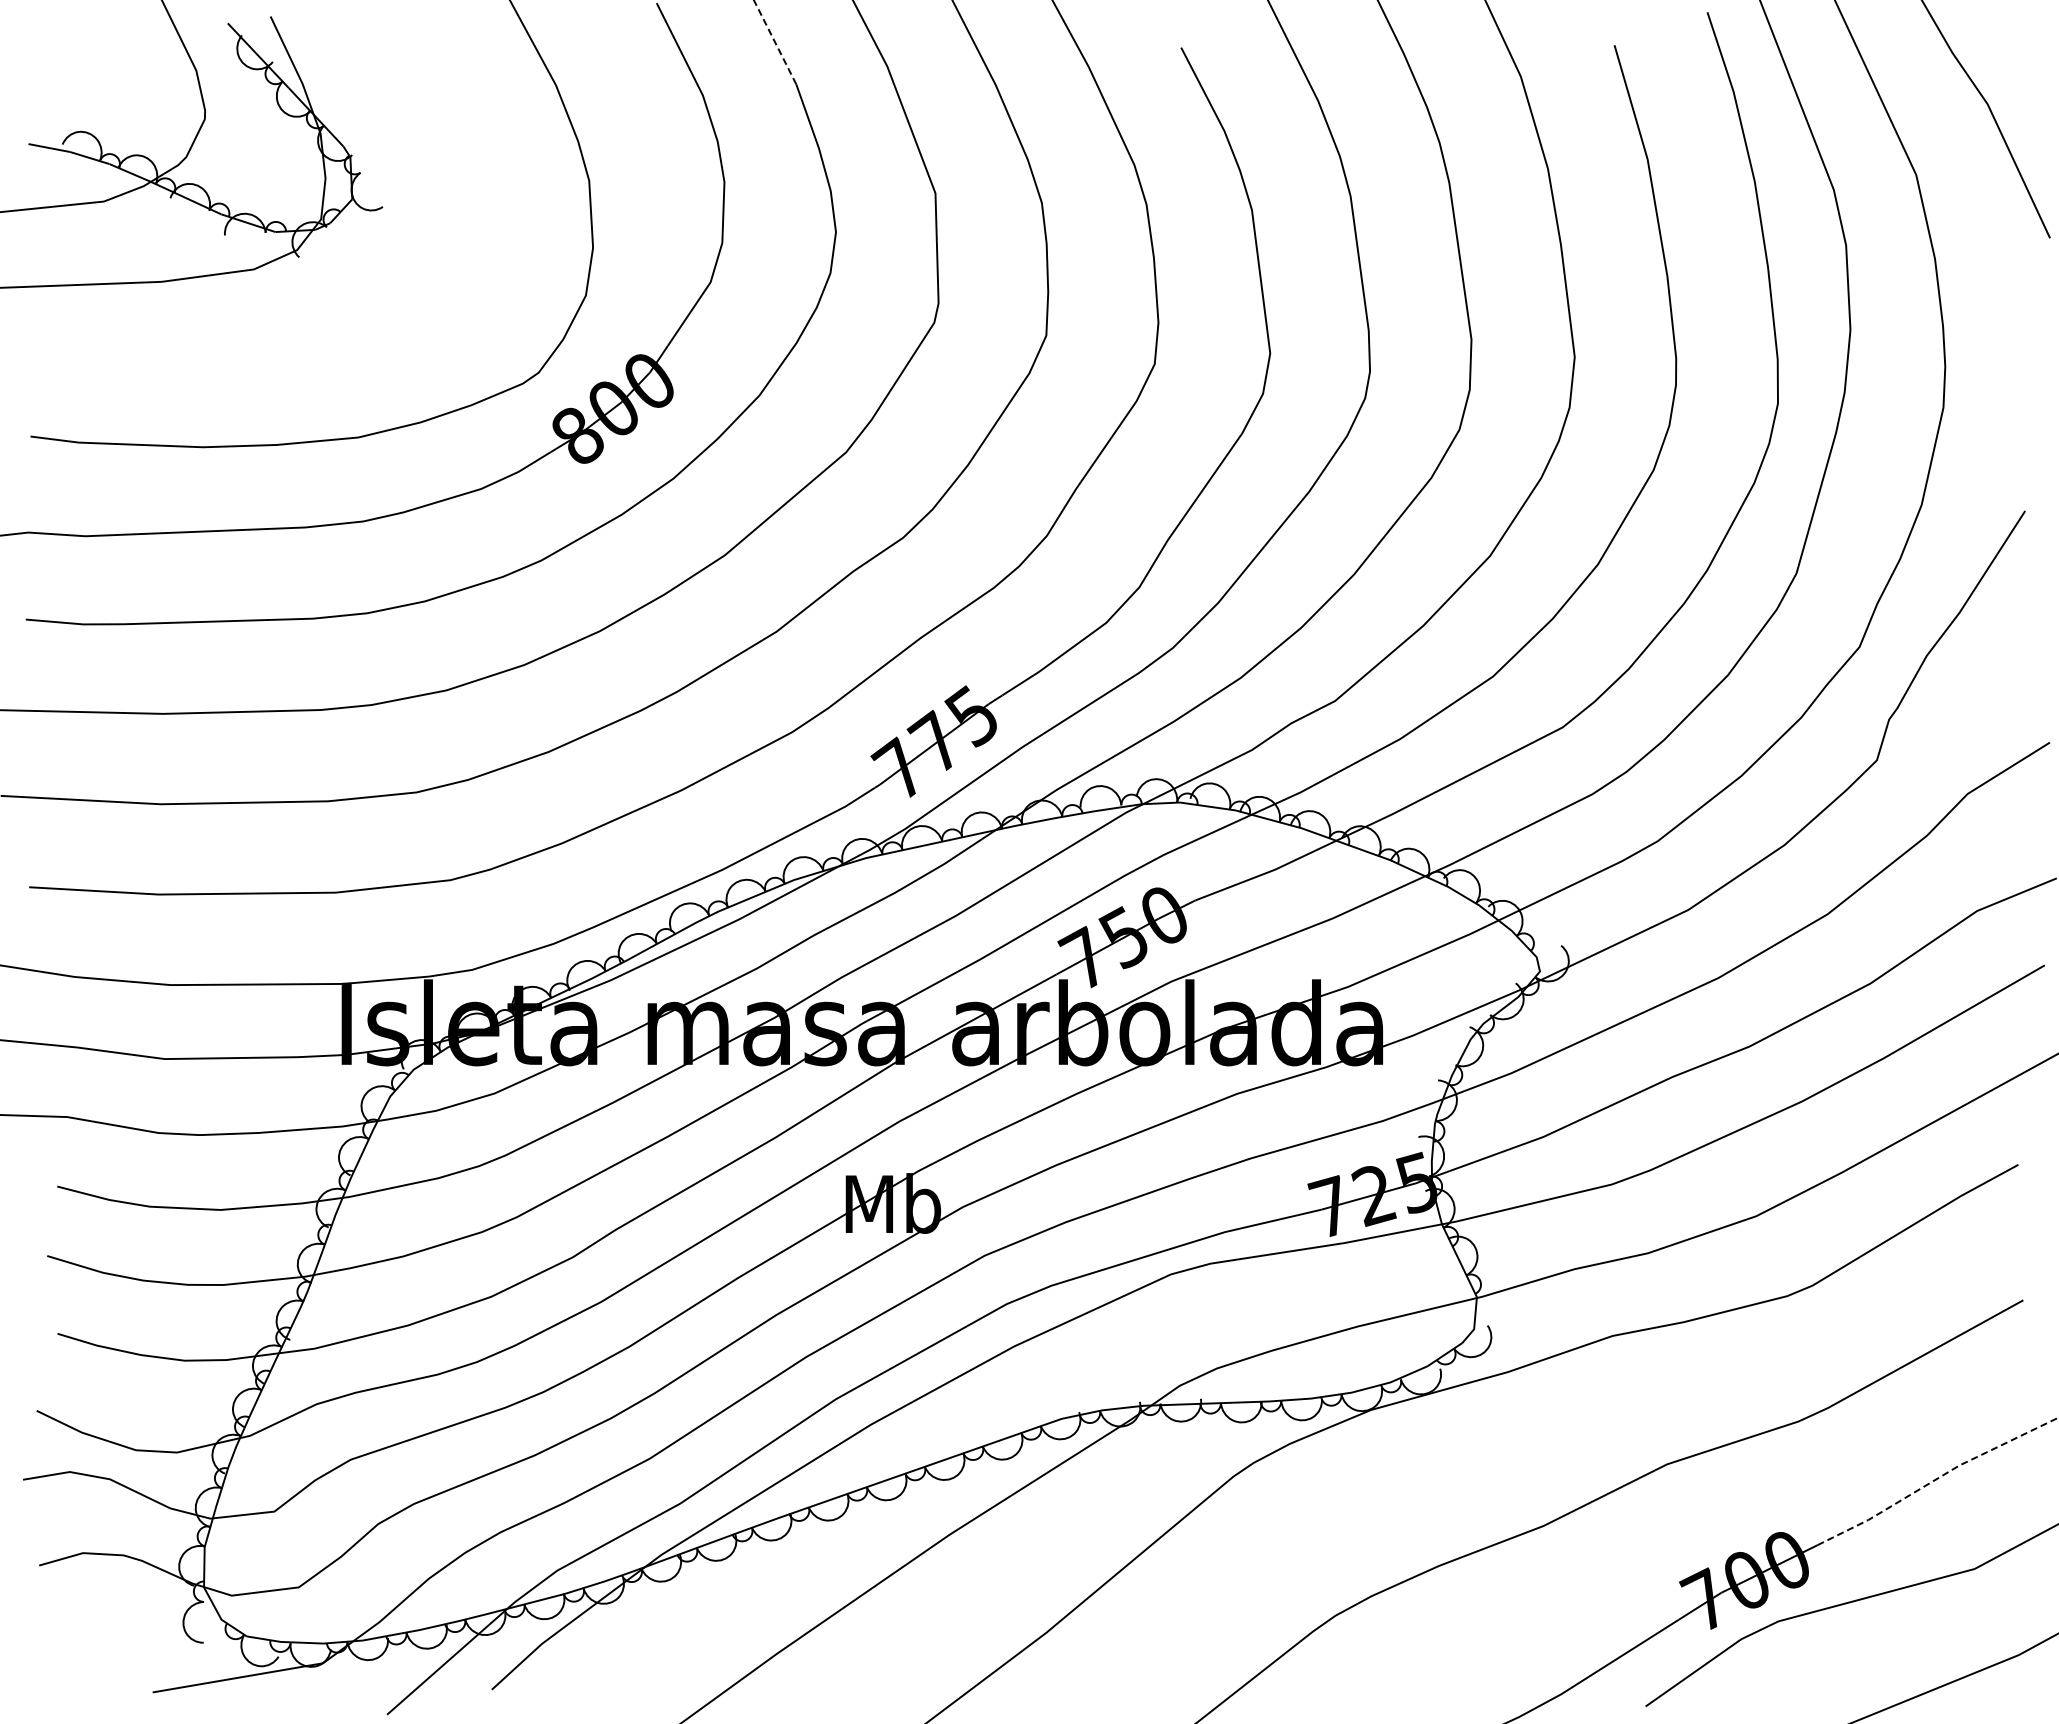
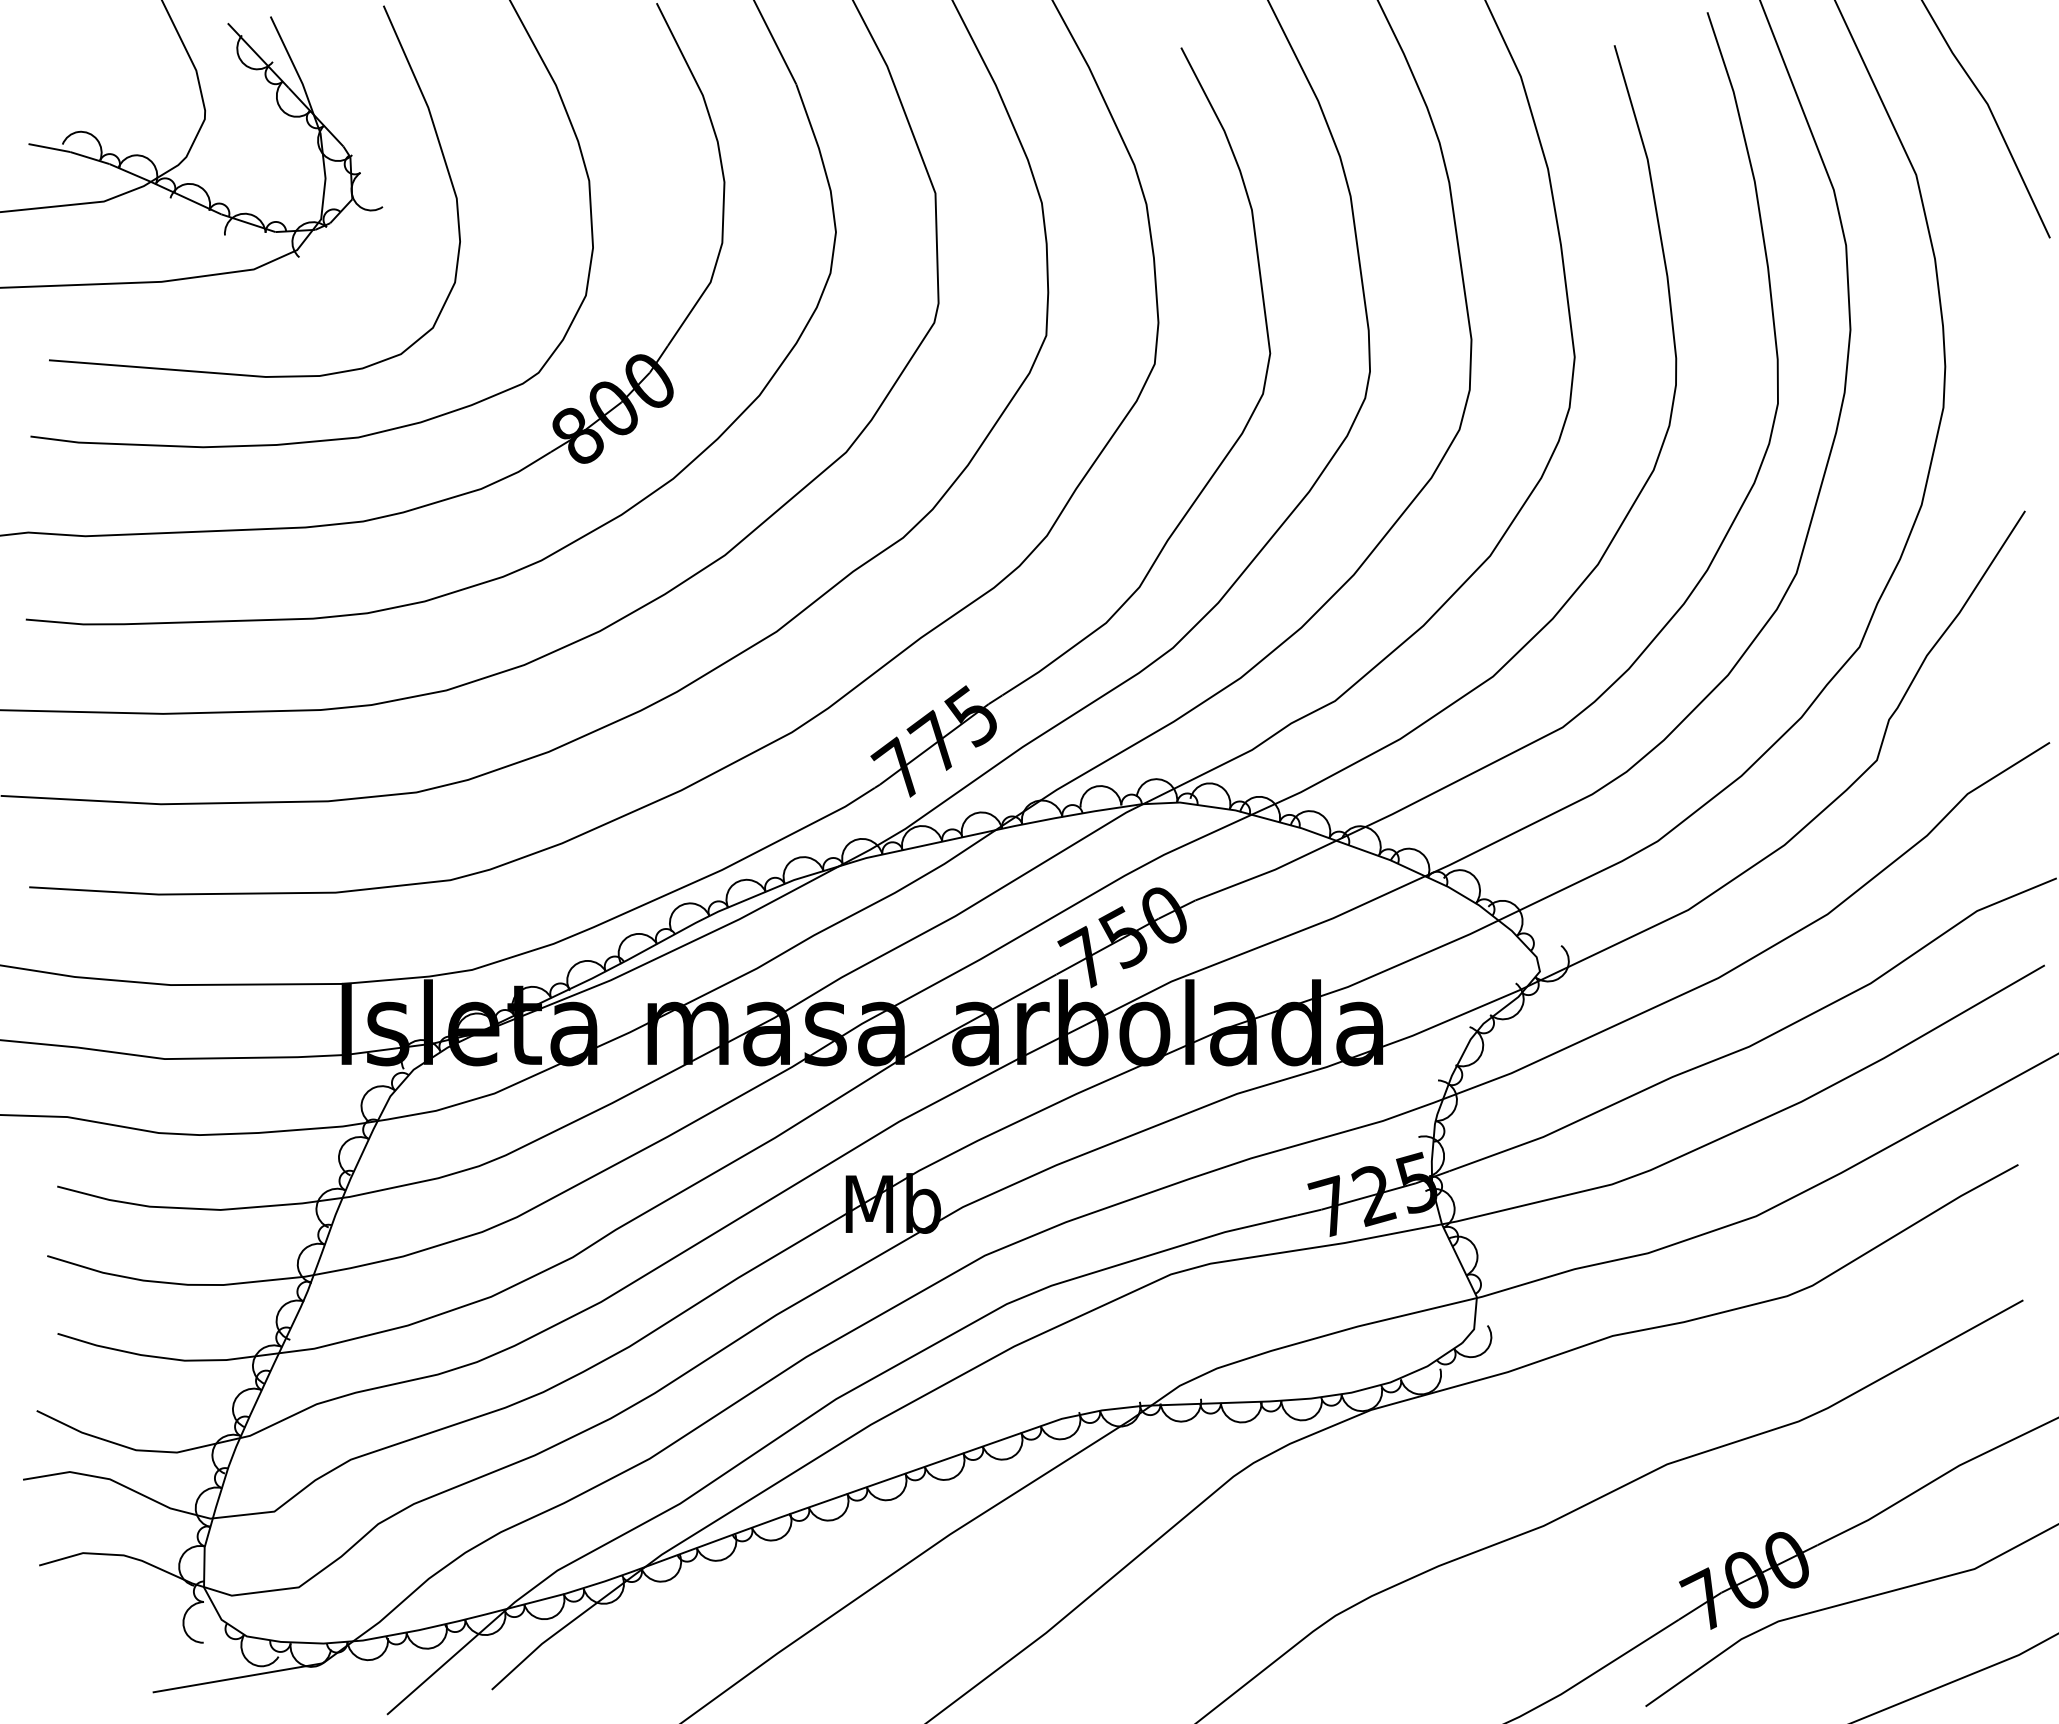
line at (774, 41): dashed -> solid
curve at (237, 373): none -> present
line at (1937, 1478): dashed -> solid
